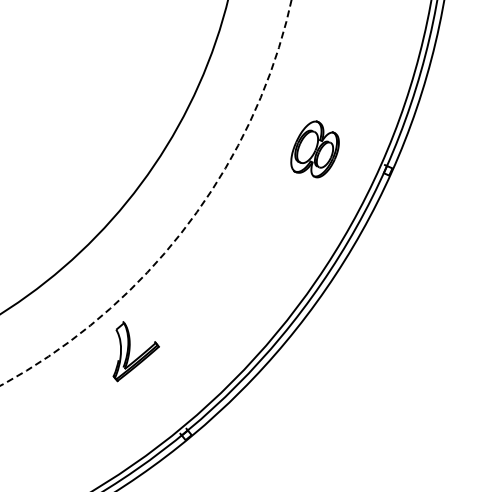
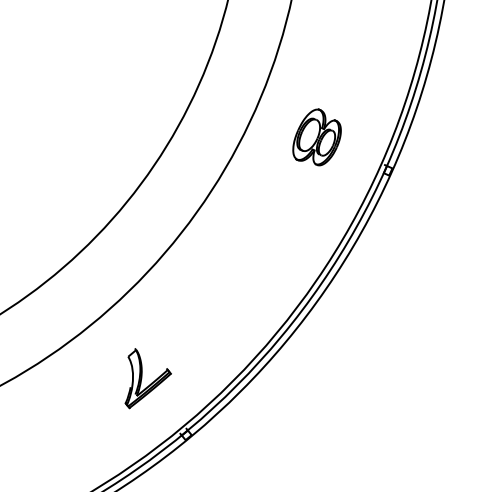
part at (314, 149) position: (314, 149) -> (316, 137)
arc at (189, 222): dashed -> solid
part at (135, 351) position: (135, 351) -> (147, 378)
